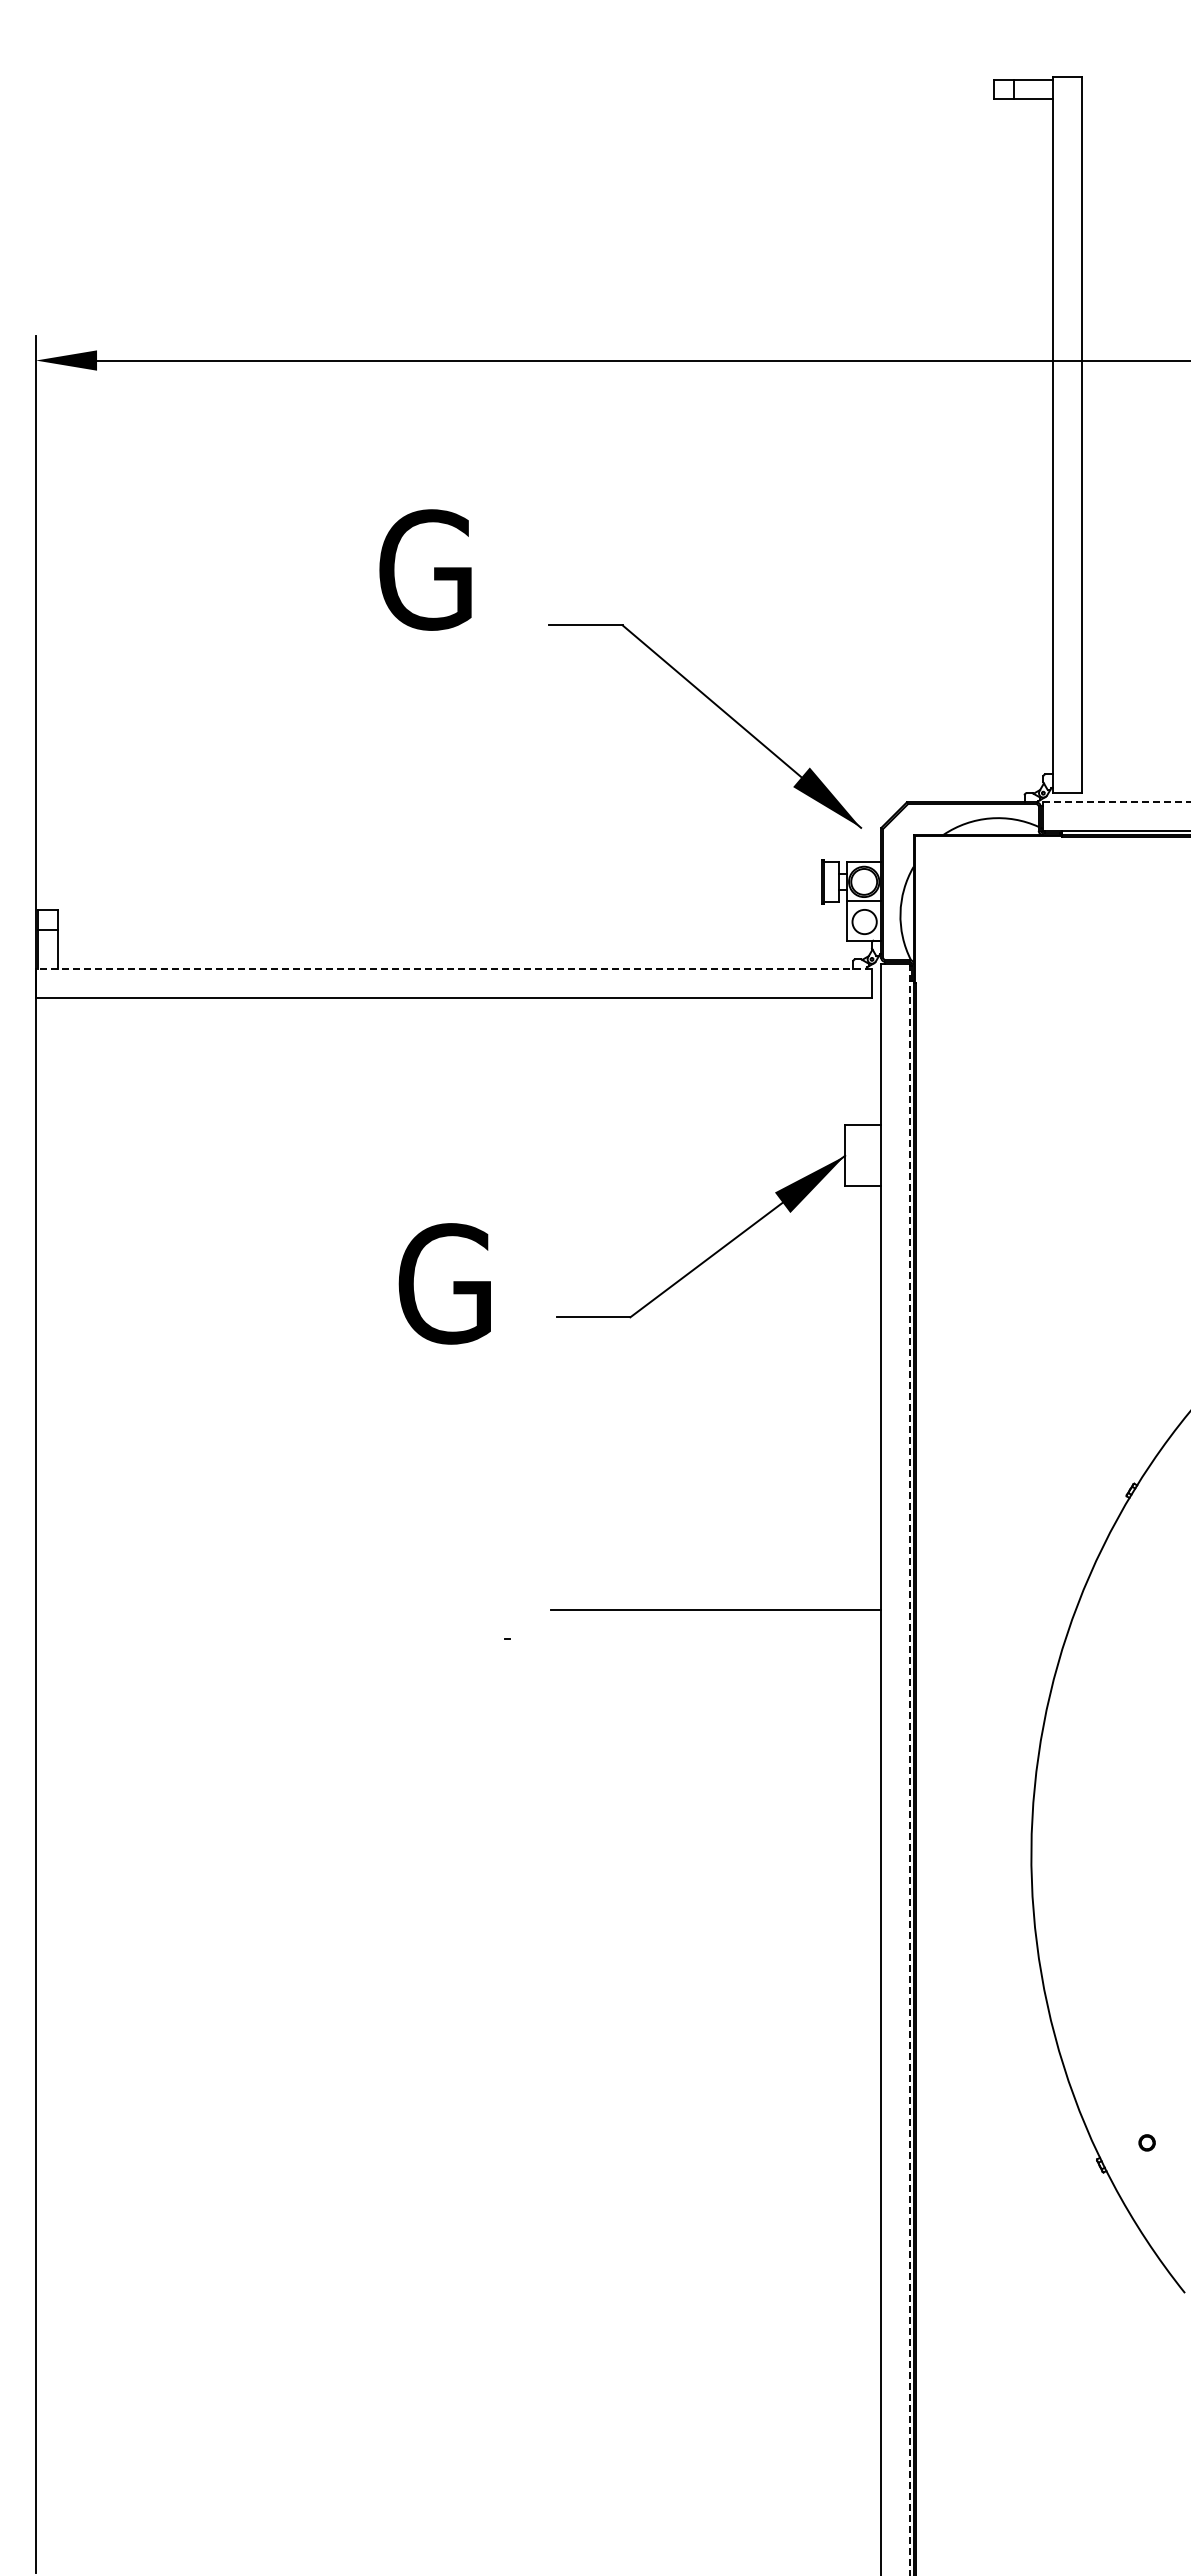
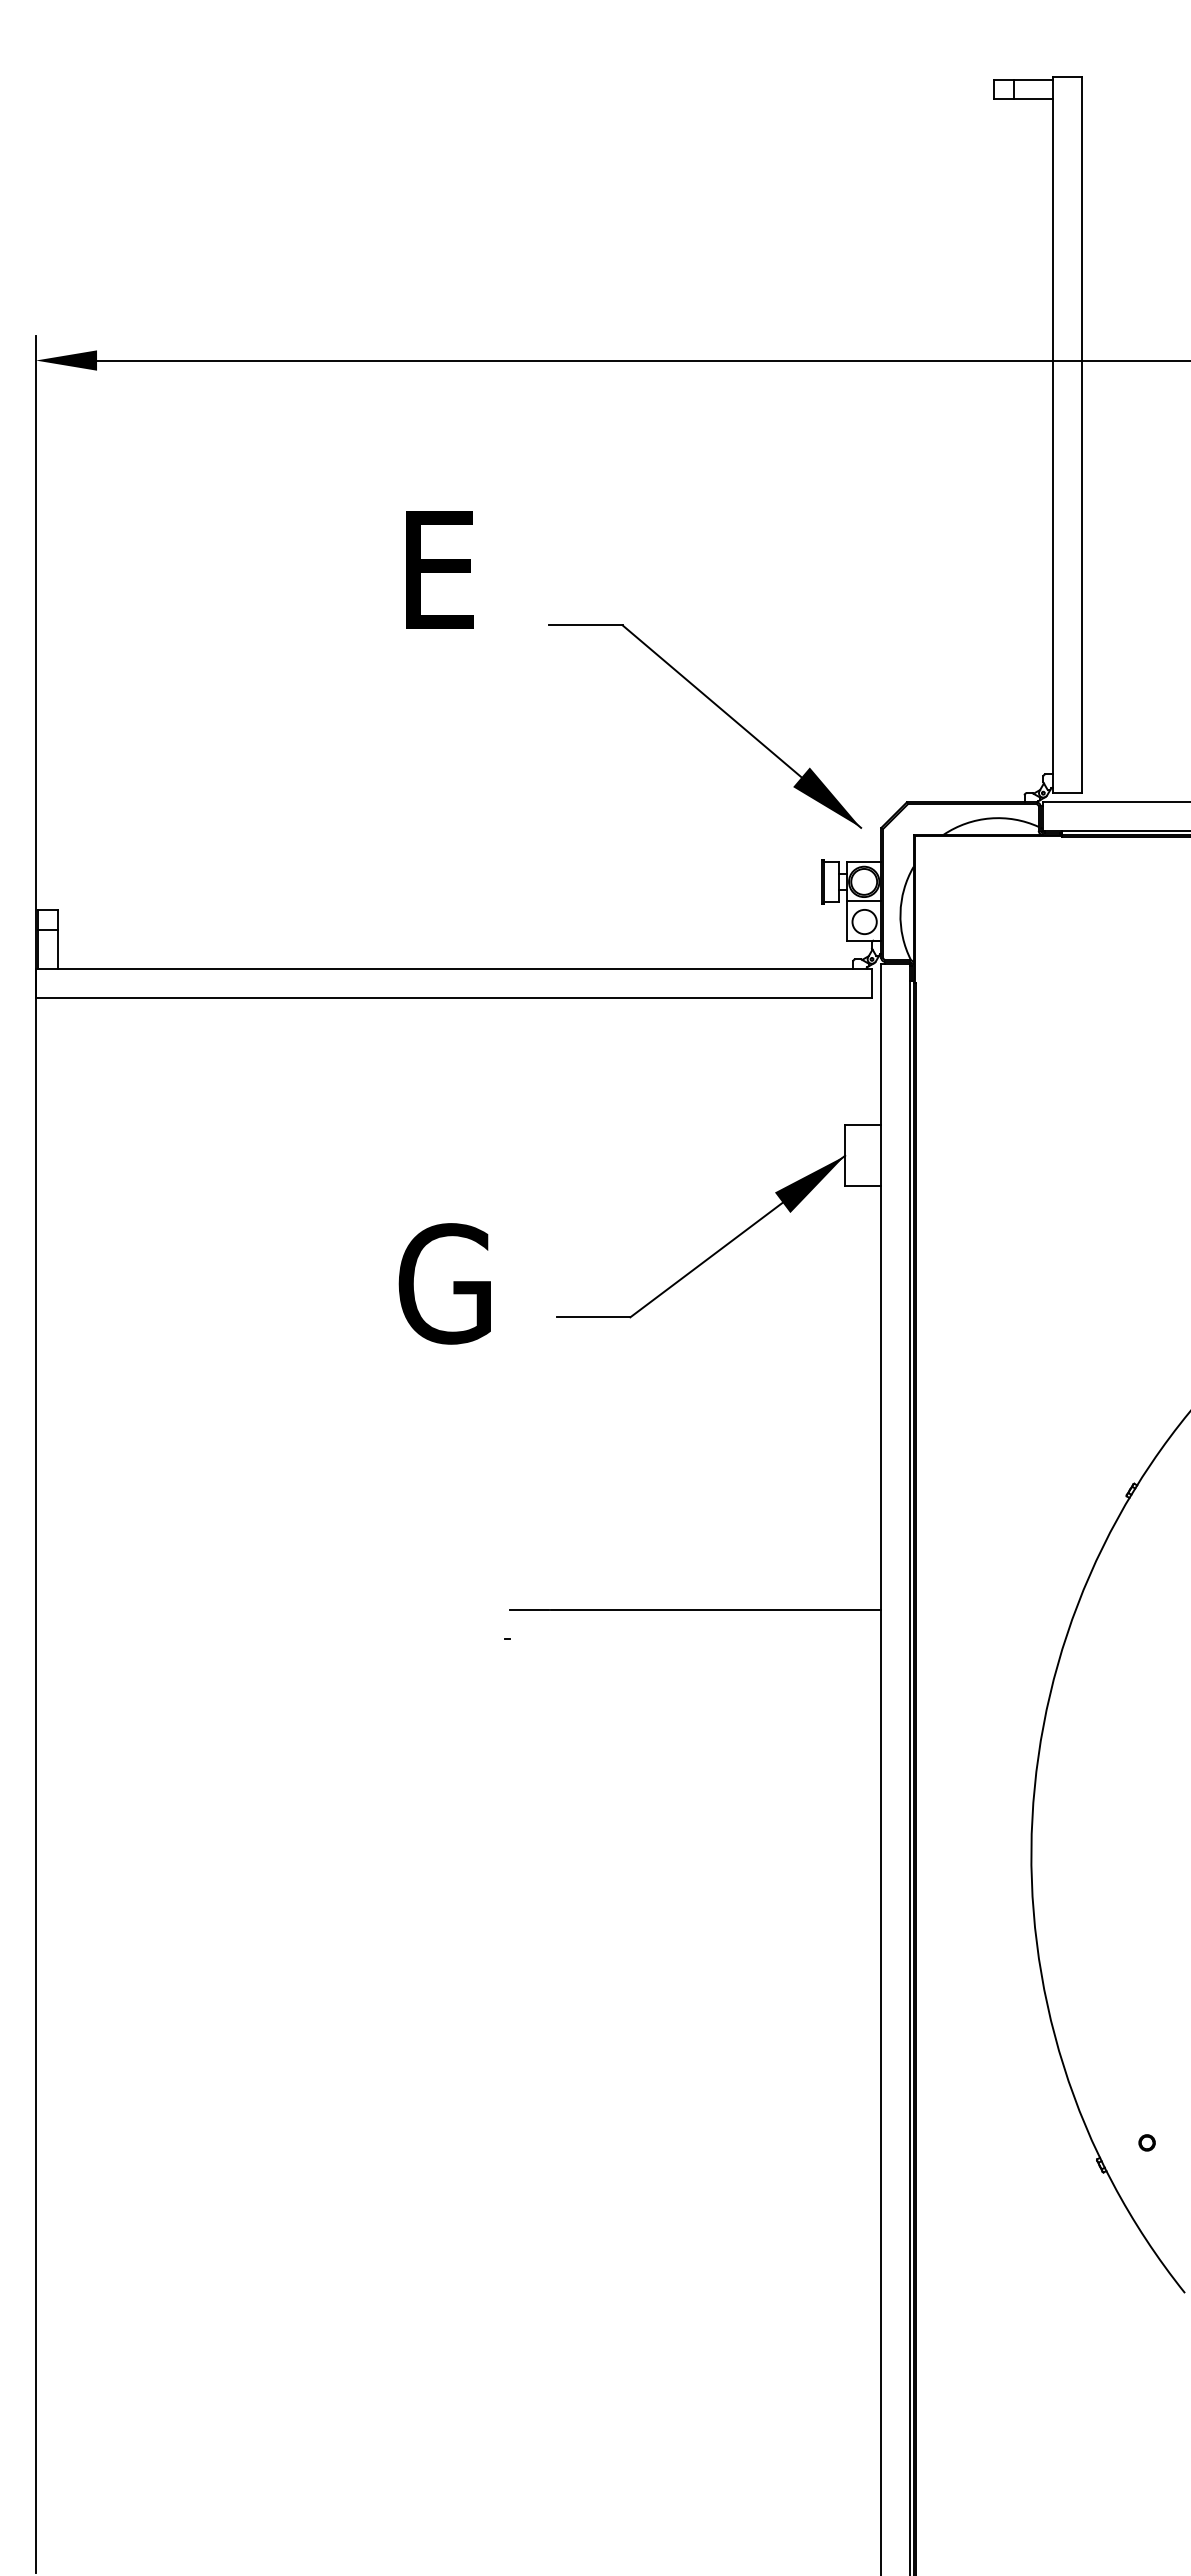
text at (426, 569): G -> E
line at (1116, 802): dashed -> solid
line at (453, 968): dashed -> solid
line at (528, 1610): none -> present
line at (909, 1769): dashed -> solid
